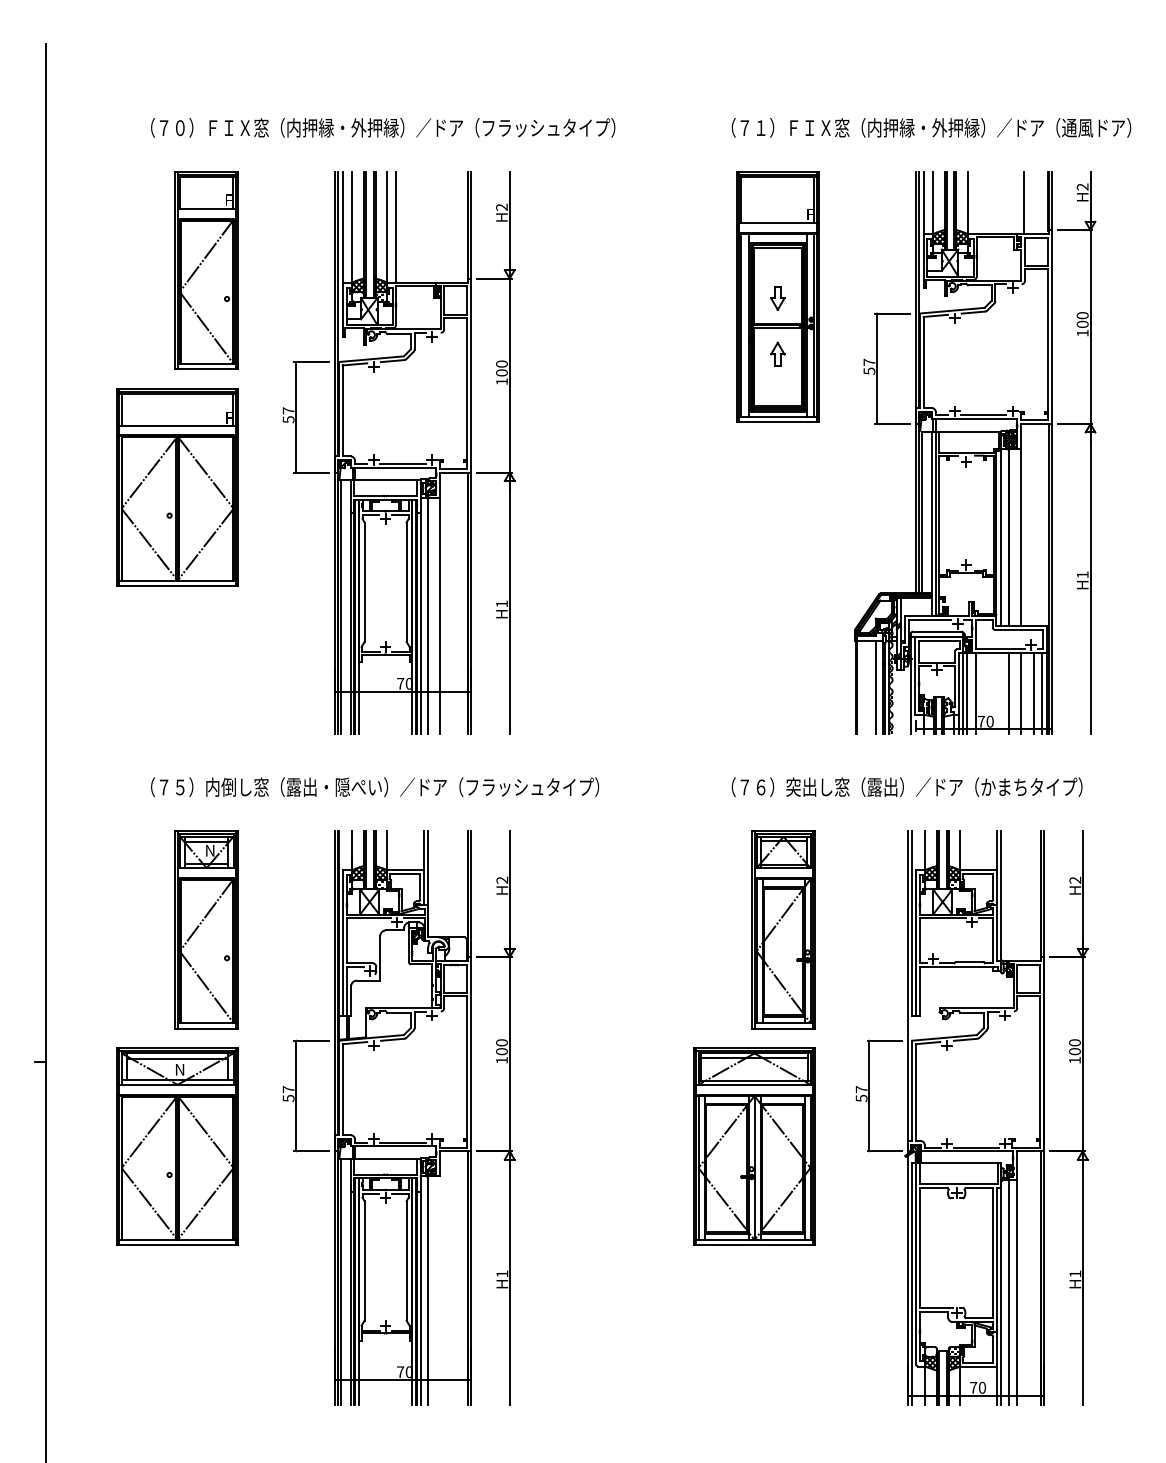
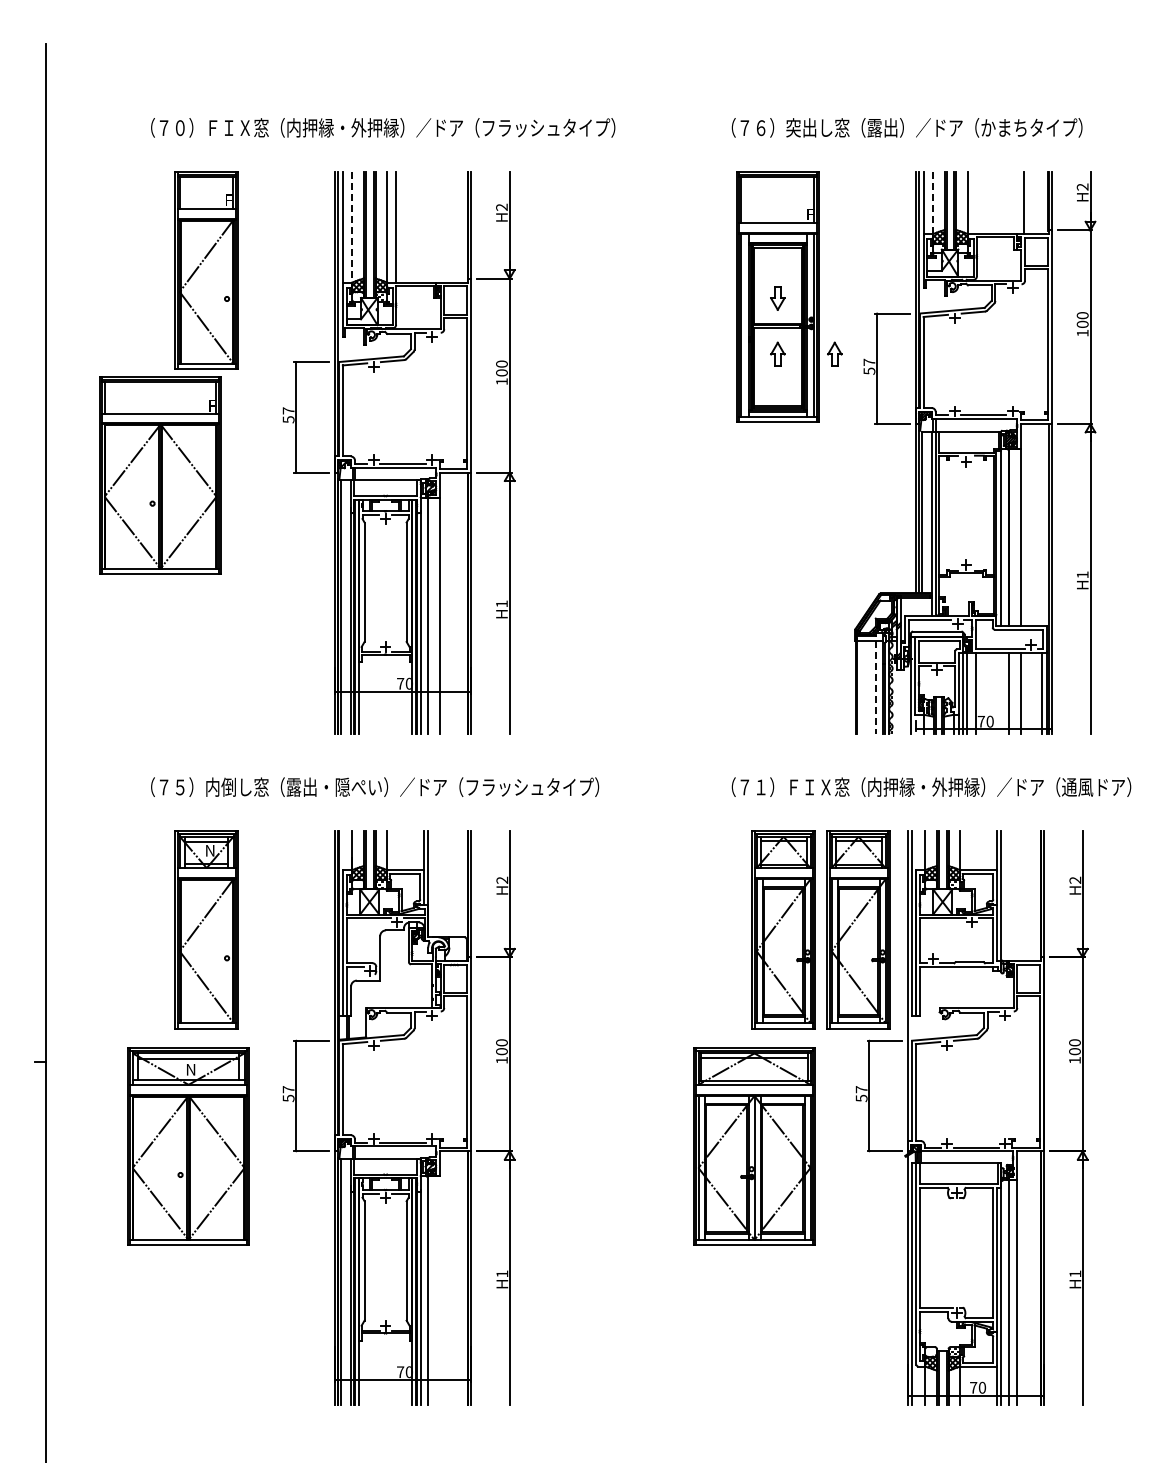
text at (944, 127): （７１）ＦＩＸ窓（内押縁・外押縁）／ドア（通風ドア） -> （７６）突出し窓（露出）／ドア（かまちタイプ）
line at (933, 203): solid -> dashed
line at (352, 227): solid -> dashed
part at (834, 353): none -> present
part at (177, 487) position: (177, 487) -> (160, 475)
line at (875, 687): solid -> dashed
line at (1033, 693): present -> none
text at (944, 786): （７６）突出し窓（露出）／ドア（かまちタイプ） -> （７１）ＦＩＸ窓（内押縁・外押縁）／ドア（通風ドア）
part at (858, 929): none -> present
part at (177, 1146) position: (177, 1146) -> (188, 1146)
